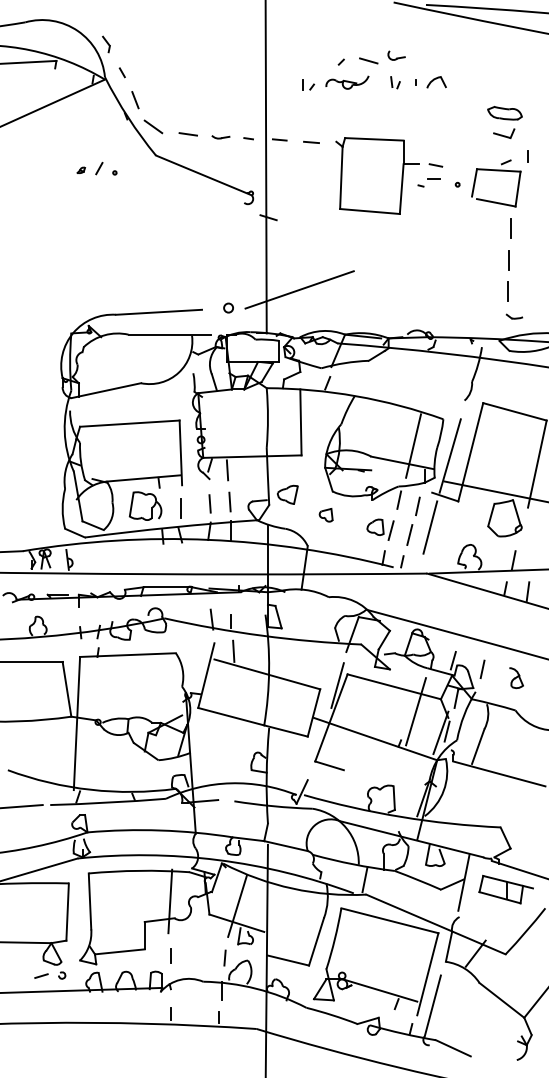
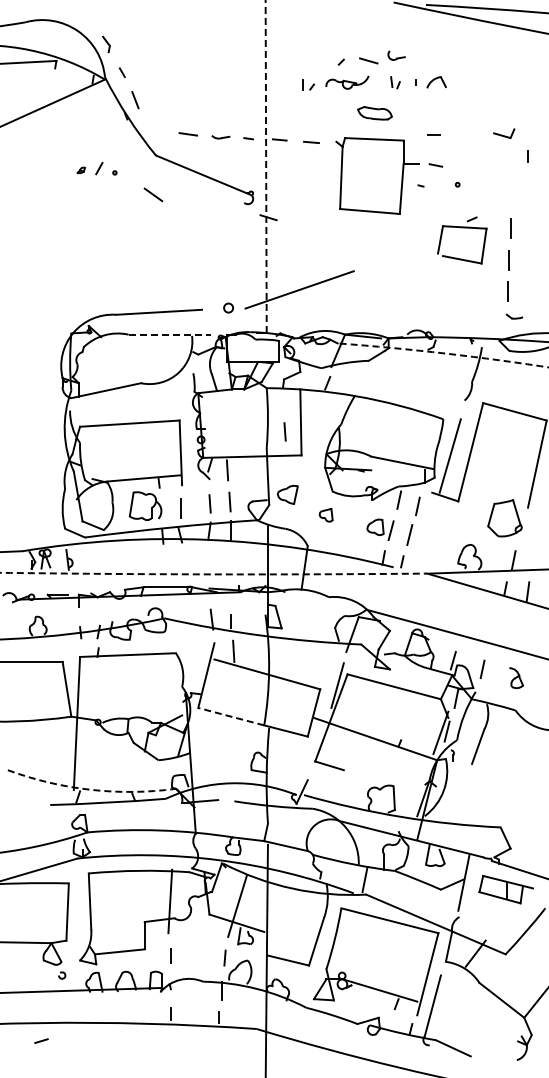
part at (504, 113) position: (504, 113) -> (374, 113)
line at (153, 126) position: (153, 126) -> (153, 194)
line at (266, 167): solid -> dashed
part at (496, 171) position: (496, 171) -> (462, 228)
line at (433, 178) position: (433, 178) -> (433, 134)
line at (170, 334): solid -> dashed
arc at (443, 353): solid -> dashed
line at (284, 431): none -> present
line at (413, 445): present -> none
line at (494, 491): present -> none
line at (430, 527): present -> none
arc at (214, 574): solid -> dashed
line at (415, 711): present -> none
line at (230, 716): solid -> dashed
line at (499, 773): present -> none
arc at (90, 789): solid -> dashed
line at (22, 806): present -> none
line at (41, 975) position: (41, 975) -> (41, 1040)
